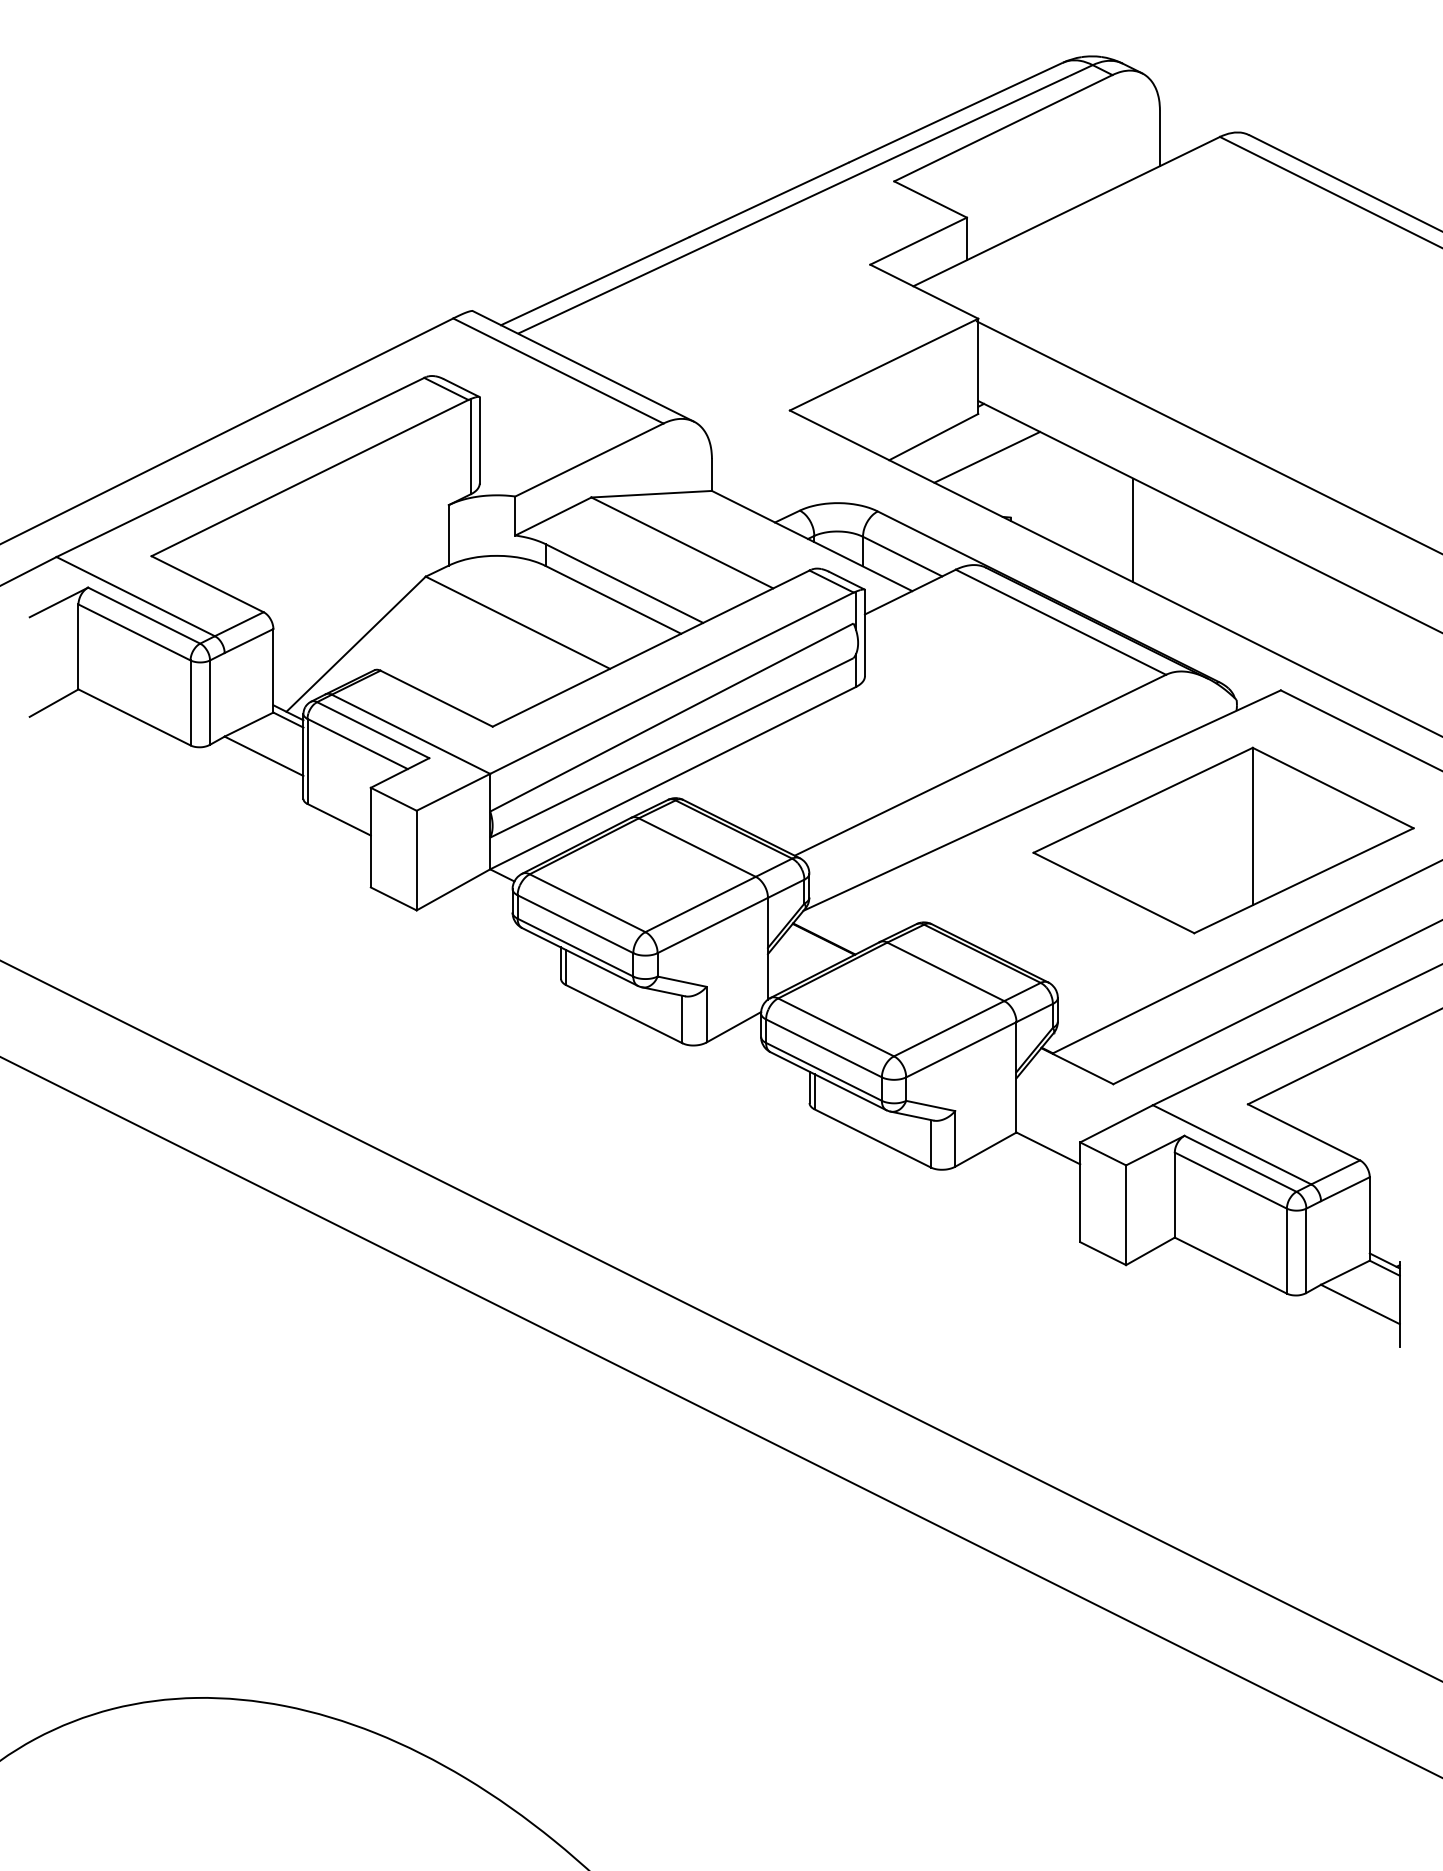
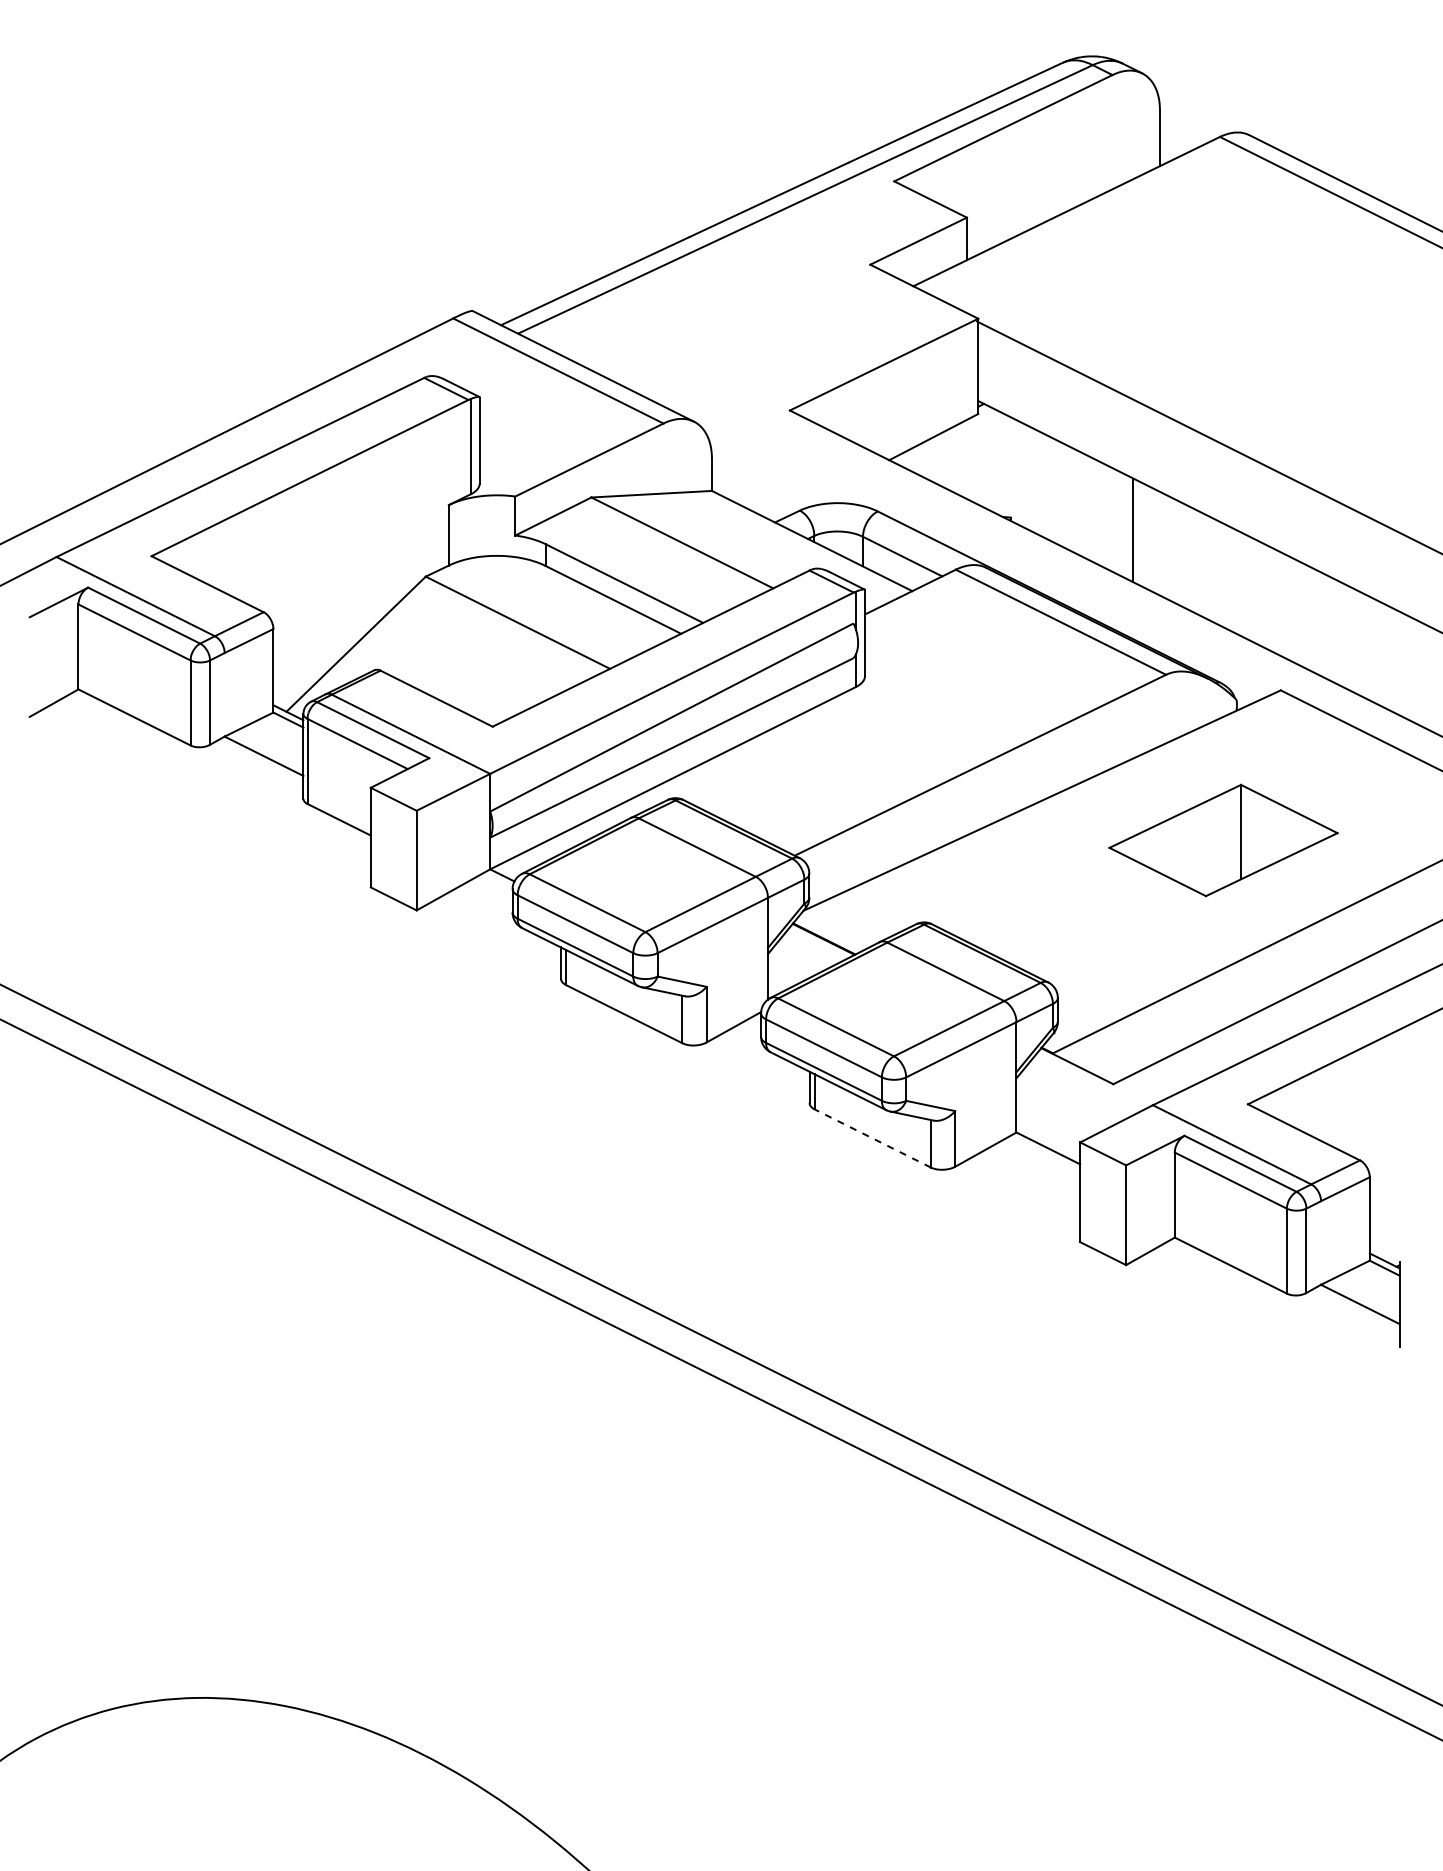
line at (987, 456): present -> none
part at (1223, 840) size: 383x189 px -> 231x115 px
line at (872, 1138): solid -> dashed
line at (720, 1320) position: (720, 1320) -> (720, 1344)
line at (720, 1417) position: (720, 1417) -> (720, 1379)
